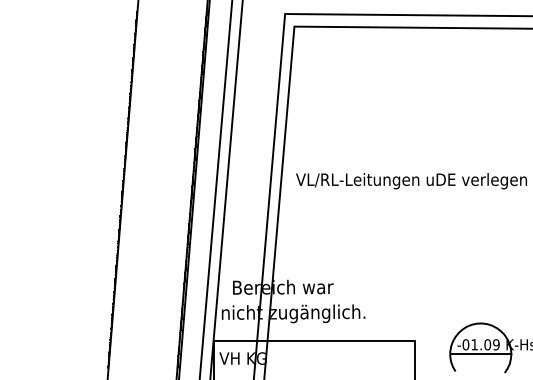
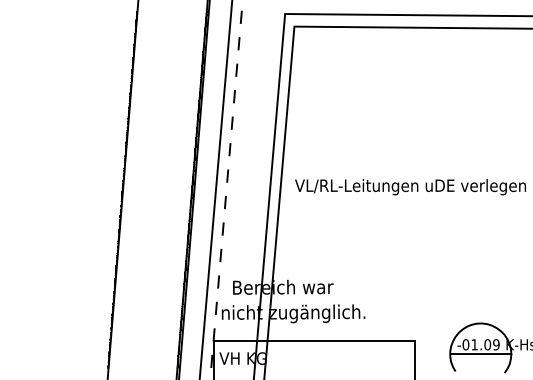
text at (411, 181) position: (411, 181) -> (410, 187)
line at (226, 190): solid -> dashed
